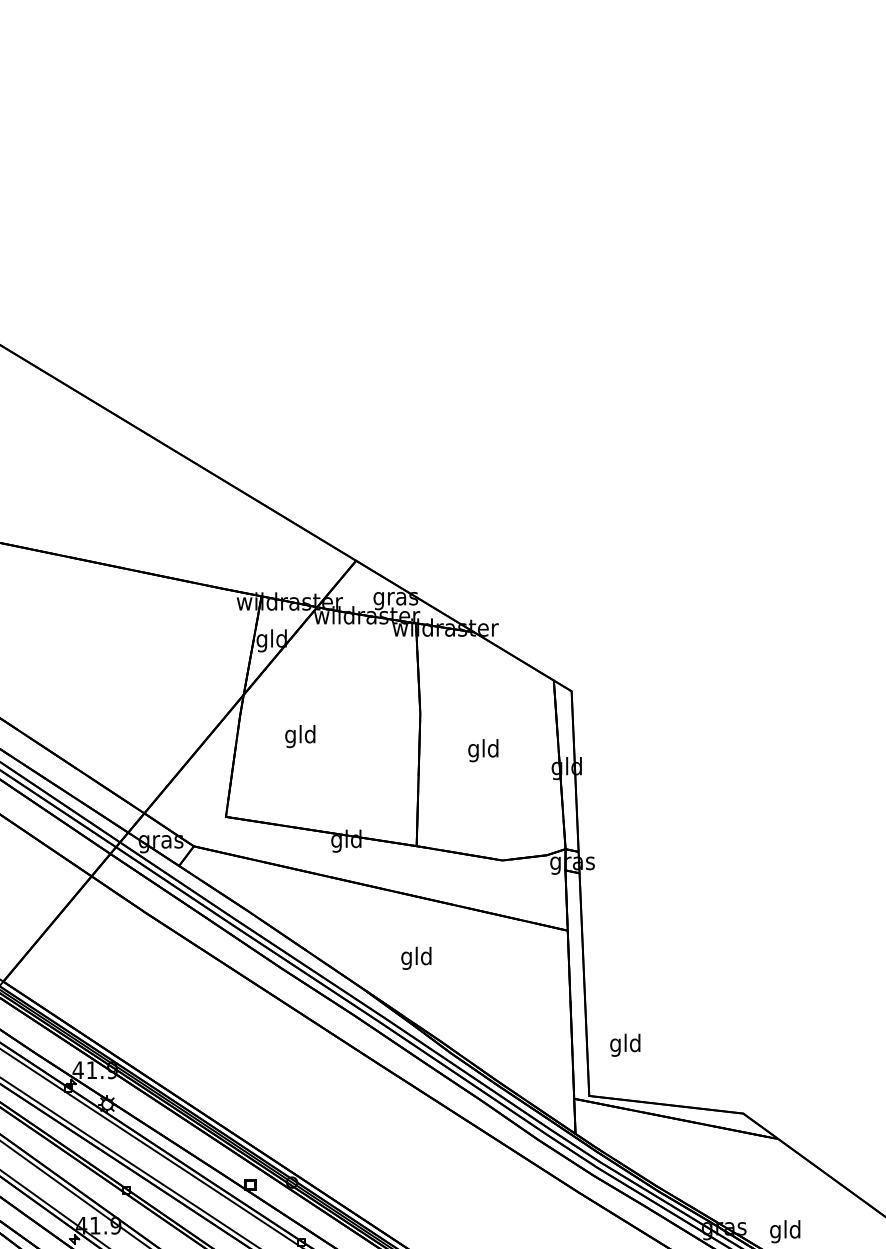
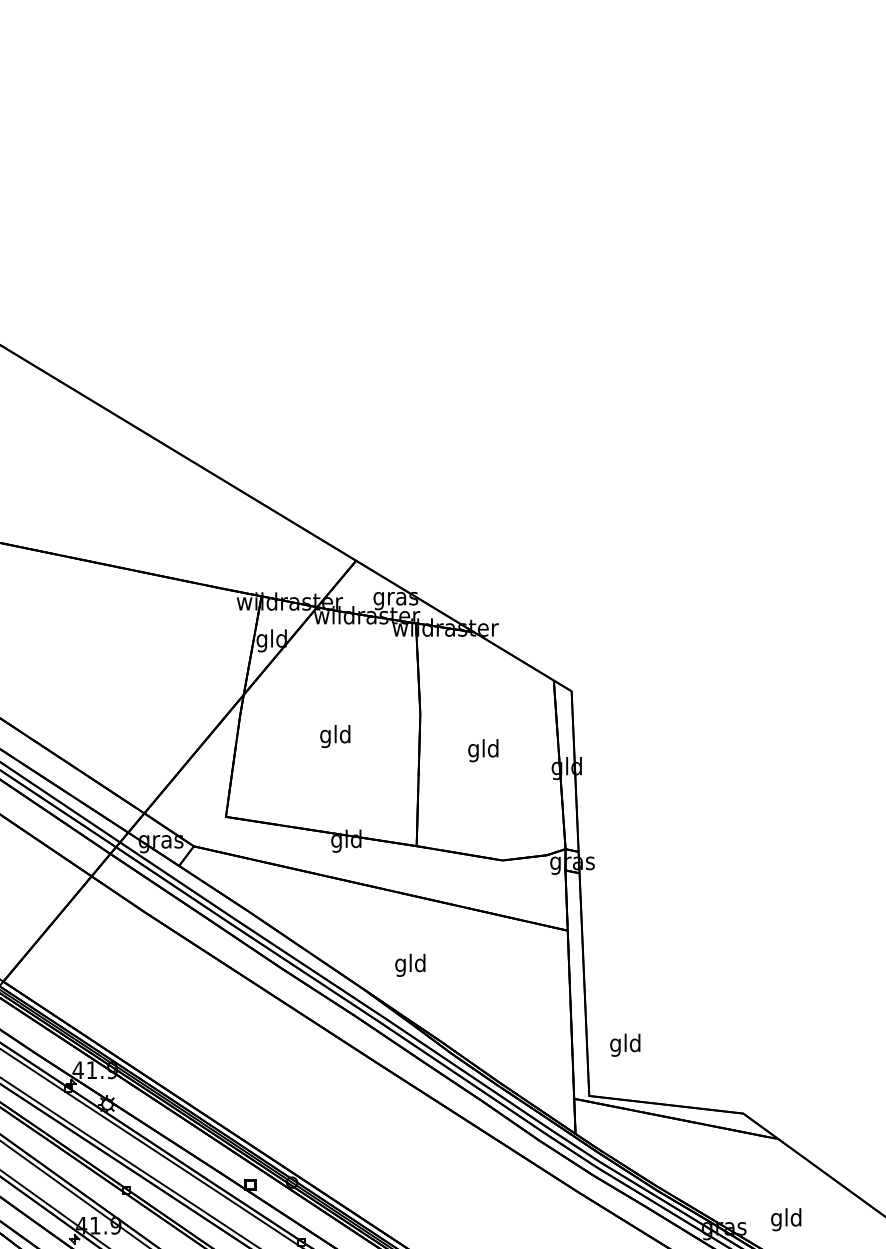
text at (300, 736) position: (300, 736) -> (335, 736)
text at (416, 957) position: (416, 957) -> (410, 964)
text at (785, 1231) position: (785, 1231) -> (786, 1219)
